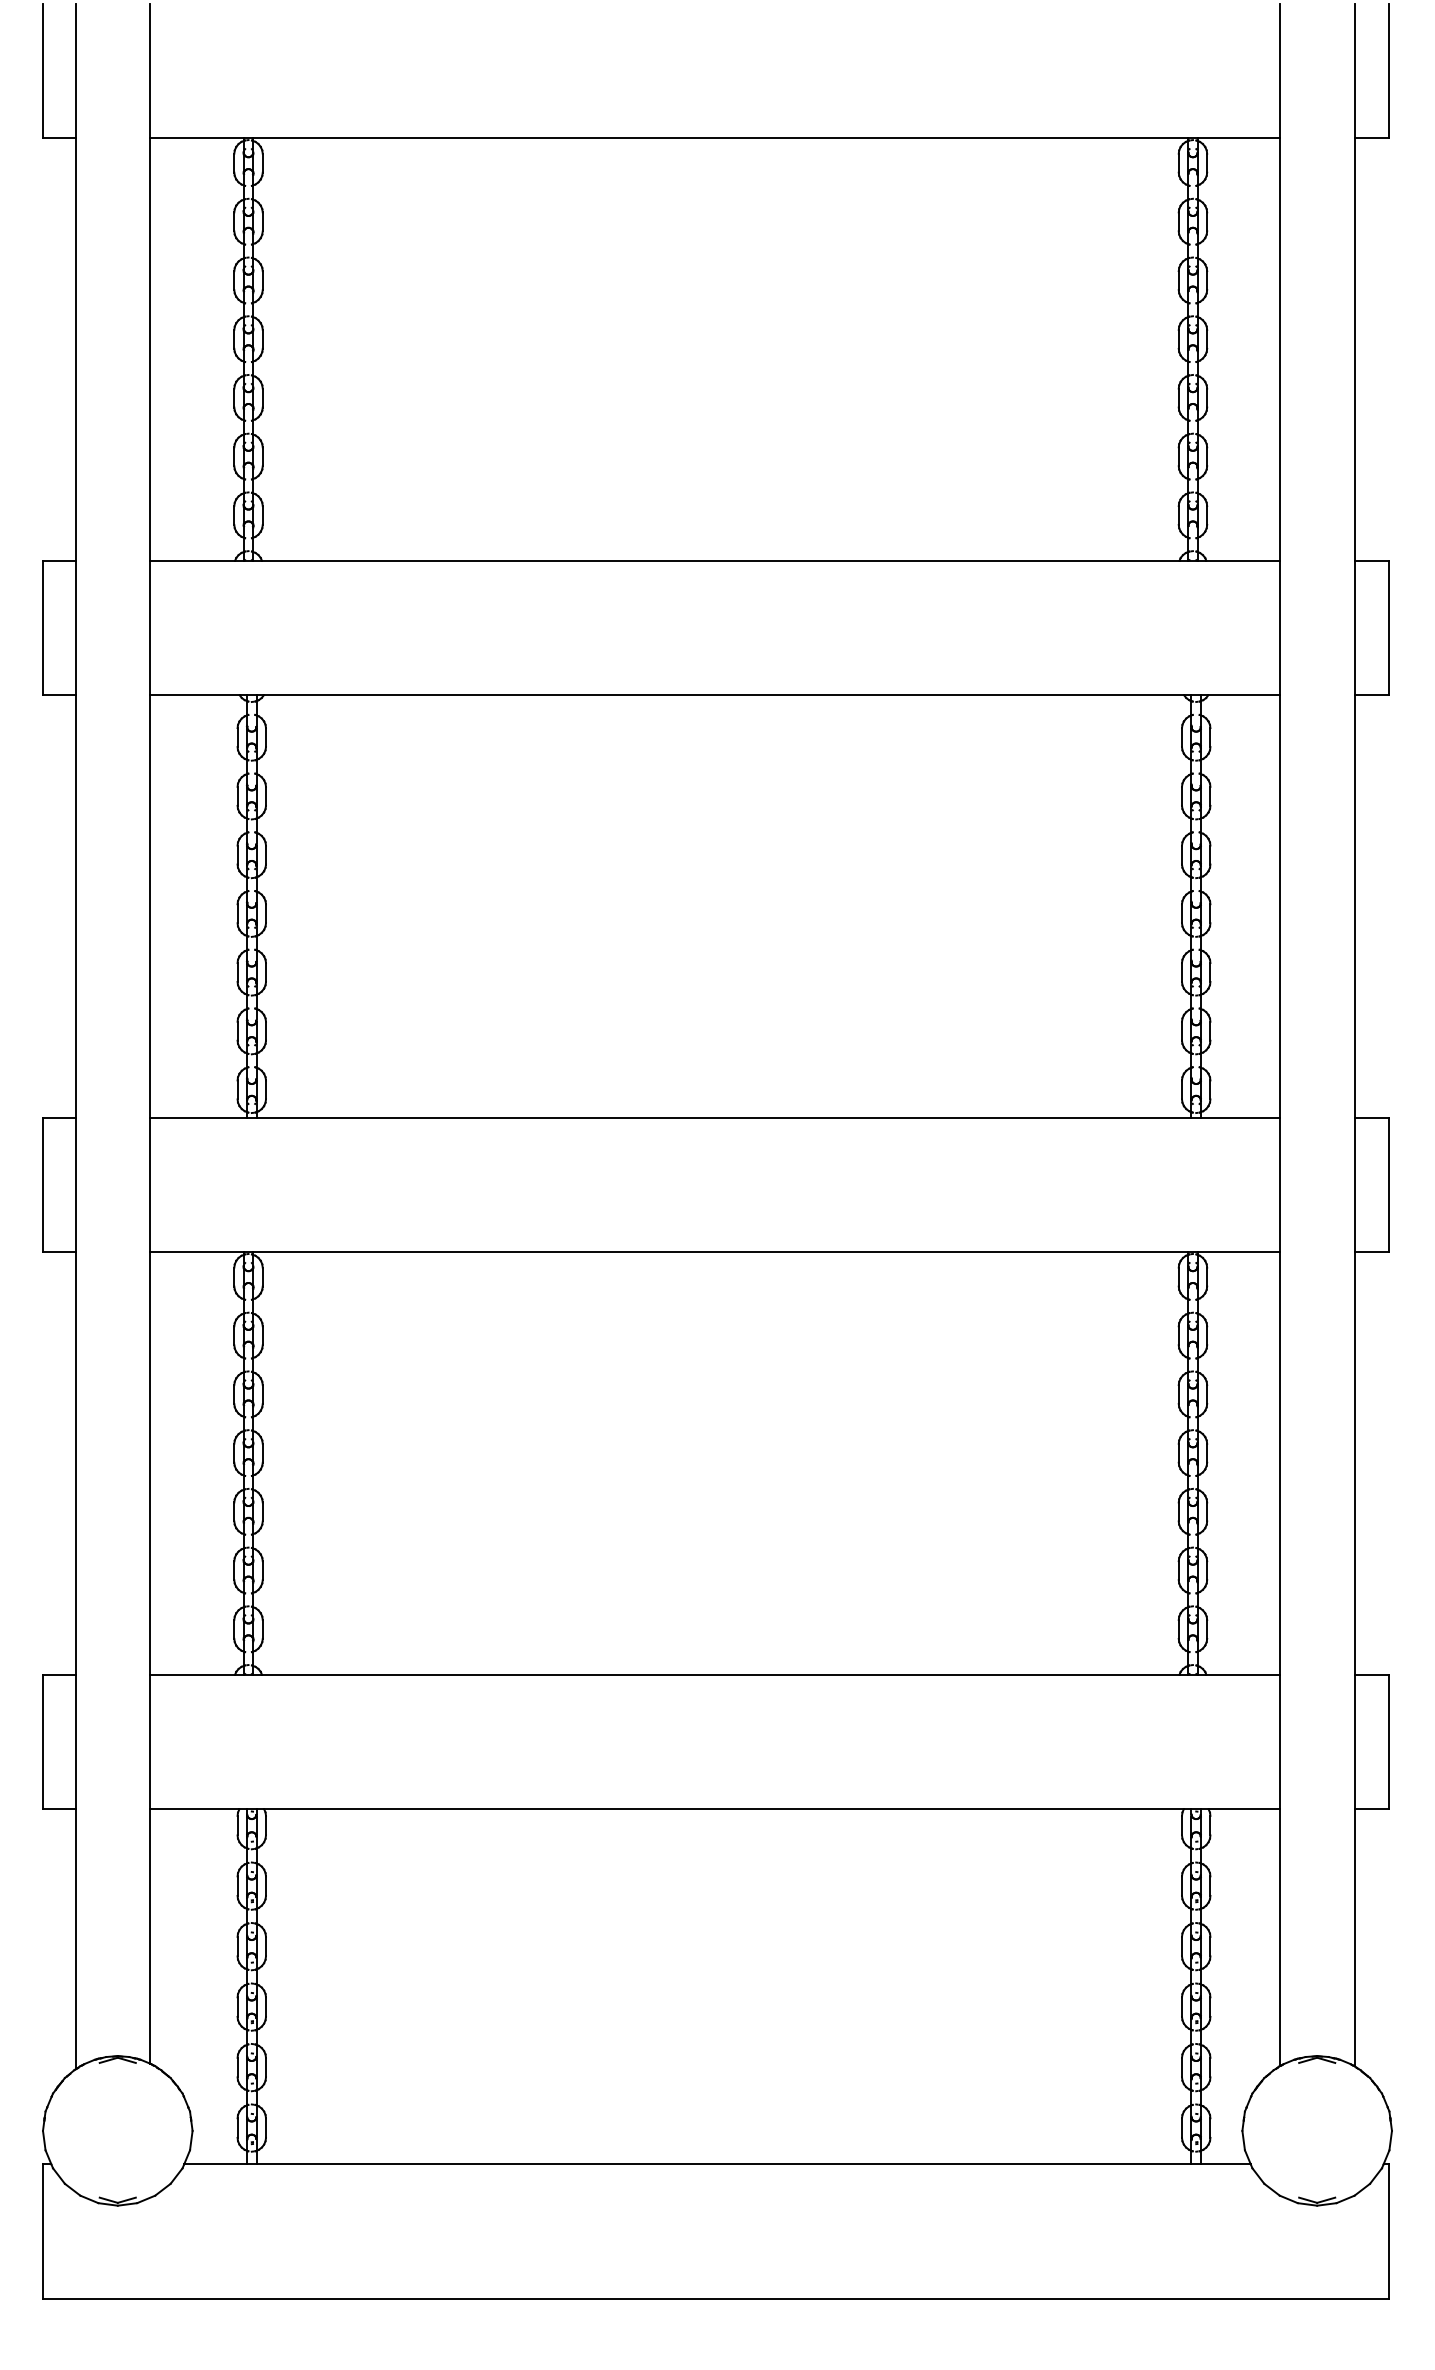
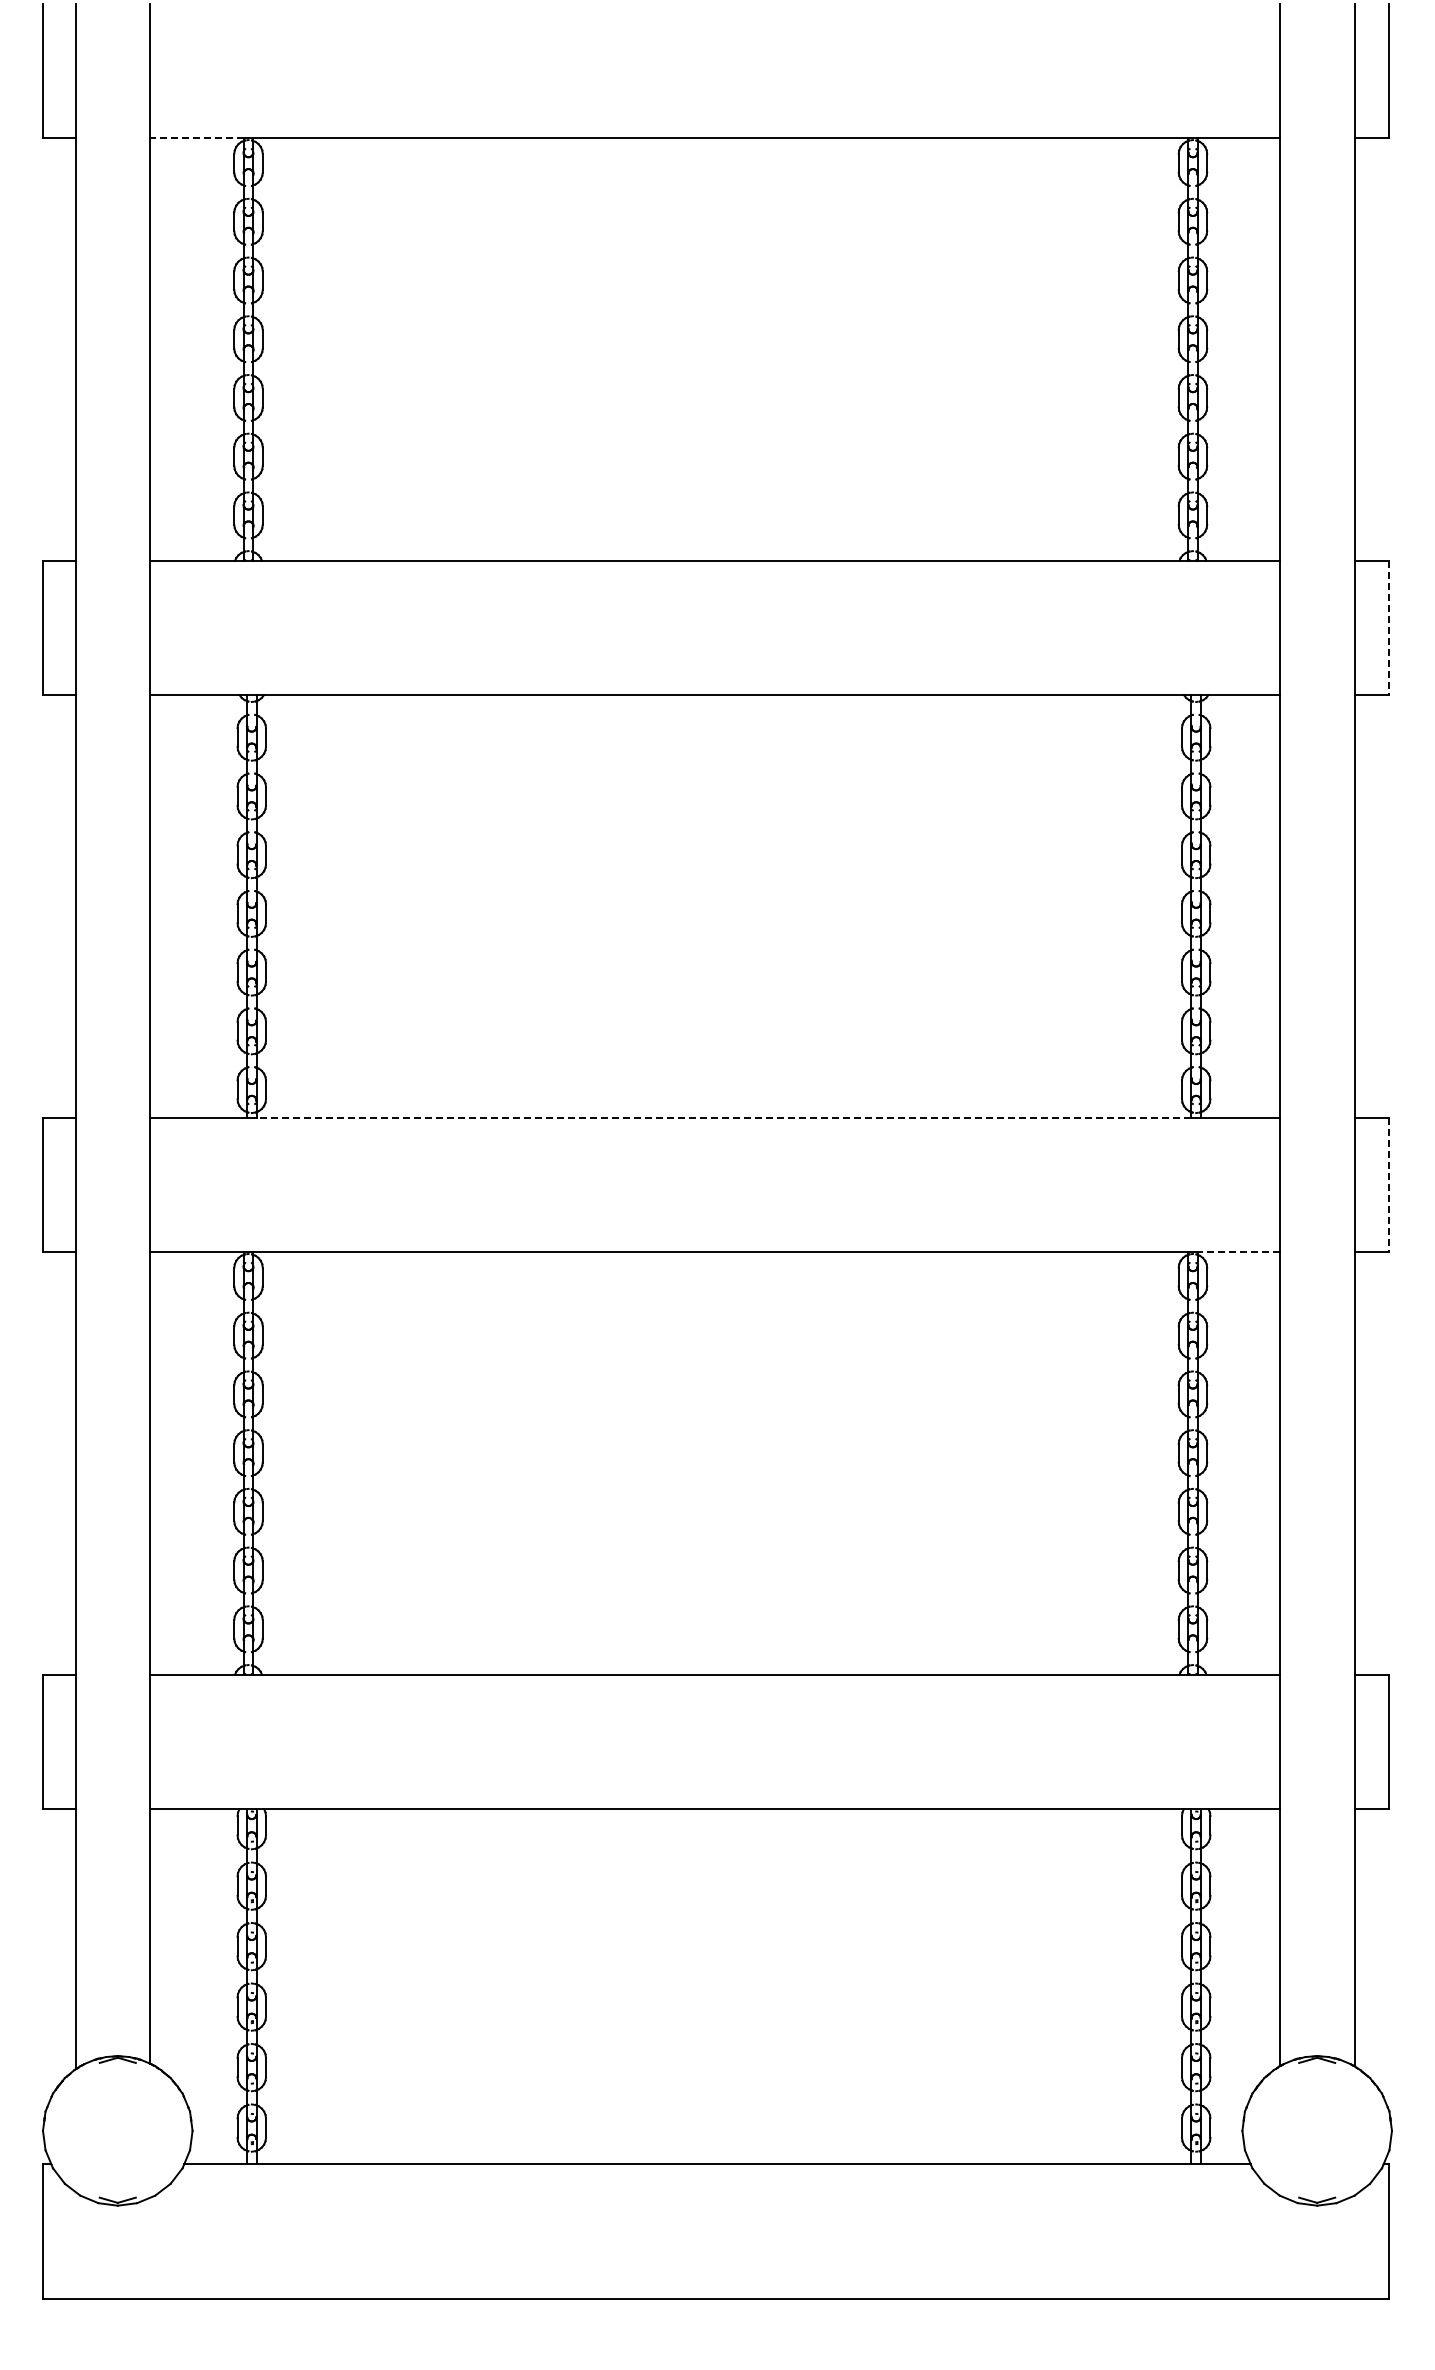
line at (197, 138): solid -> dashed
line at (1389, 628): solid -> dashed
line at (723, 1117): solid -> dashed
line at (1389, 1185): solid -> dashed
line at (1238, 1252): solid -> dashed
